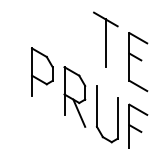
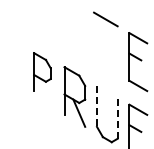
line at (105, 43): present -> none
part at (42, 71) size: 23x50 px -> 19x40 px
line at (96, 106): solid -> dashed
line at (117, 117): solid -> dashed
